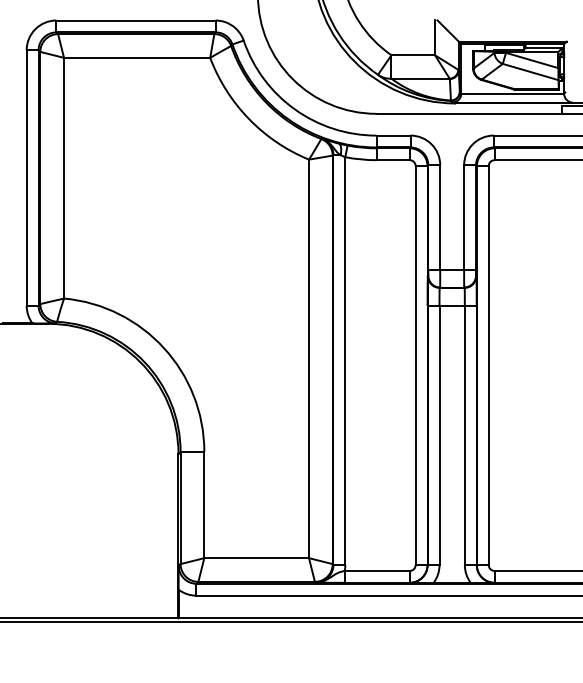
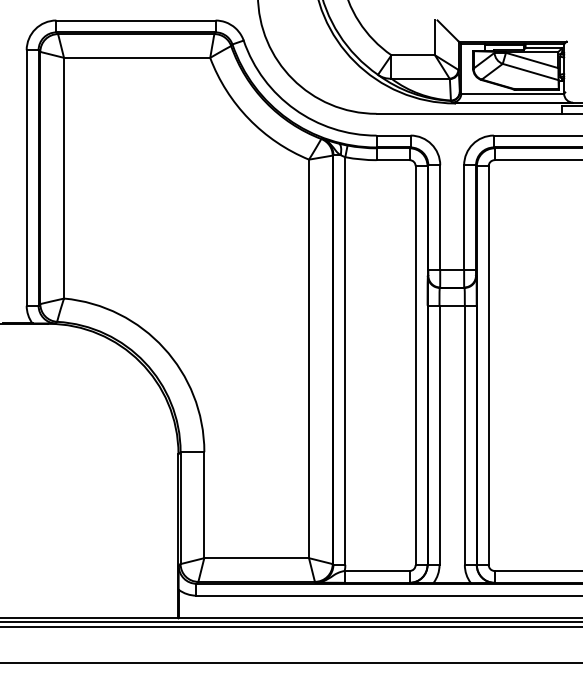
line at (290, 626): none -> present
line at (290, 662): none -> present
